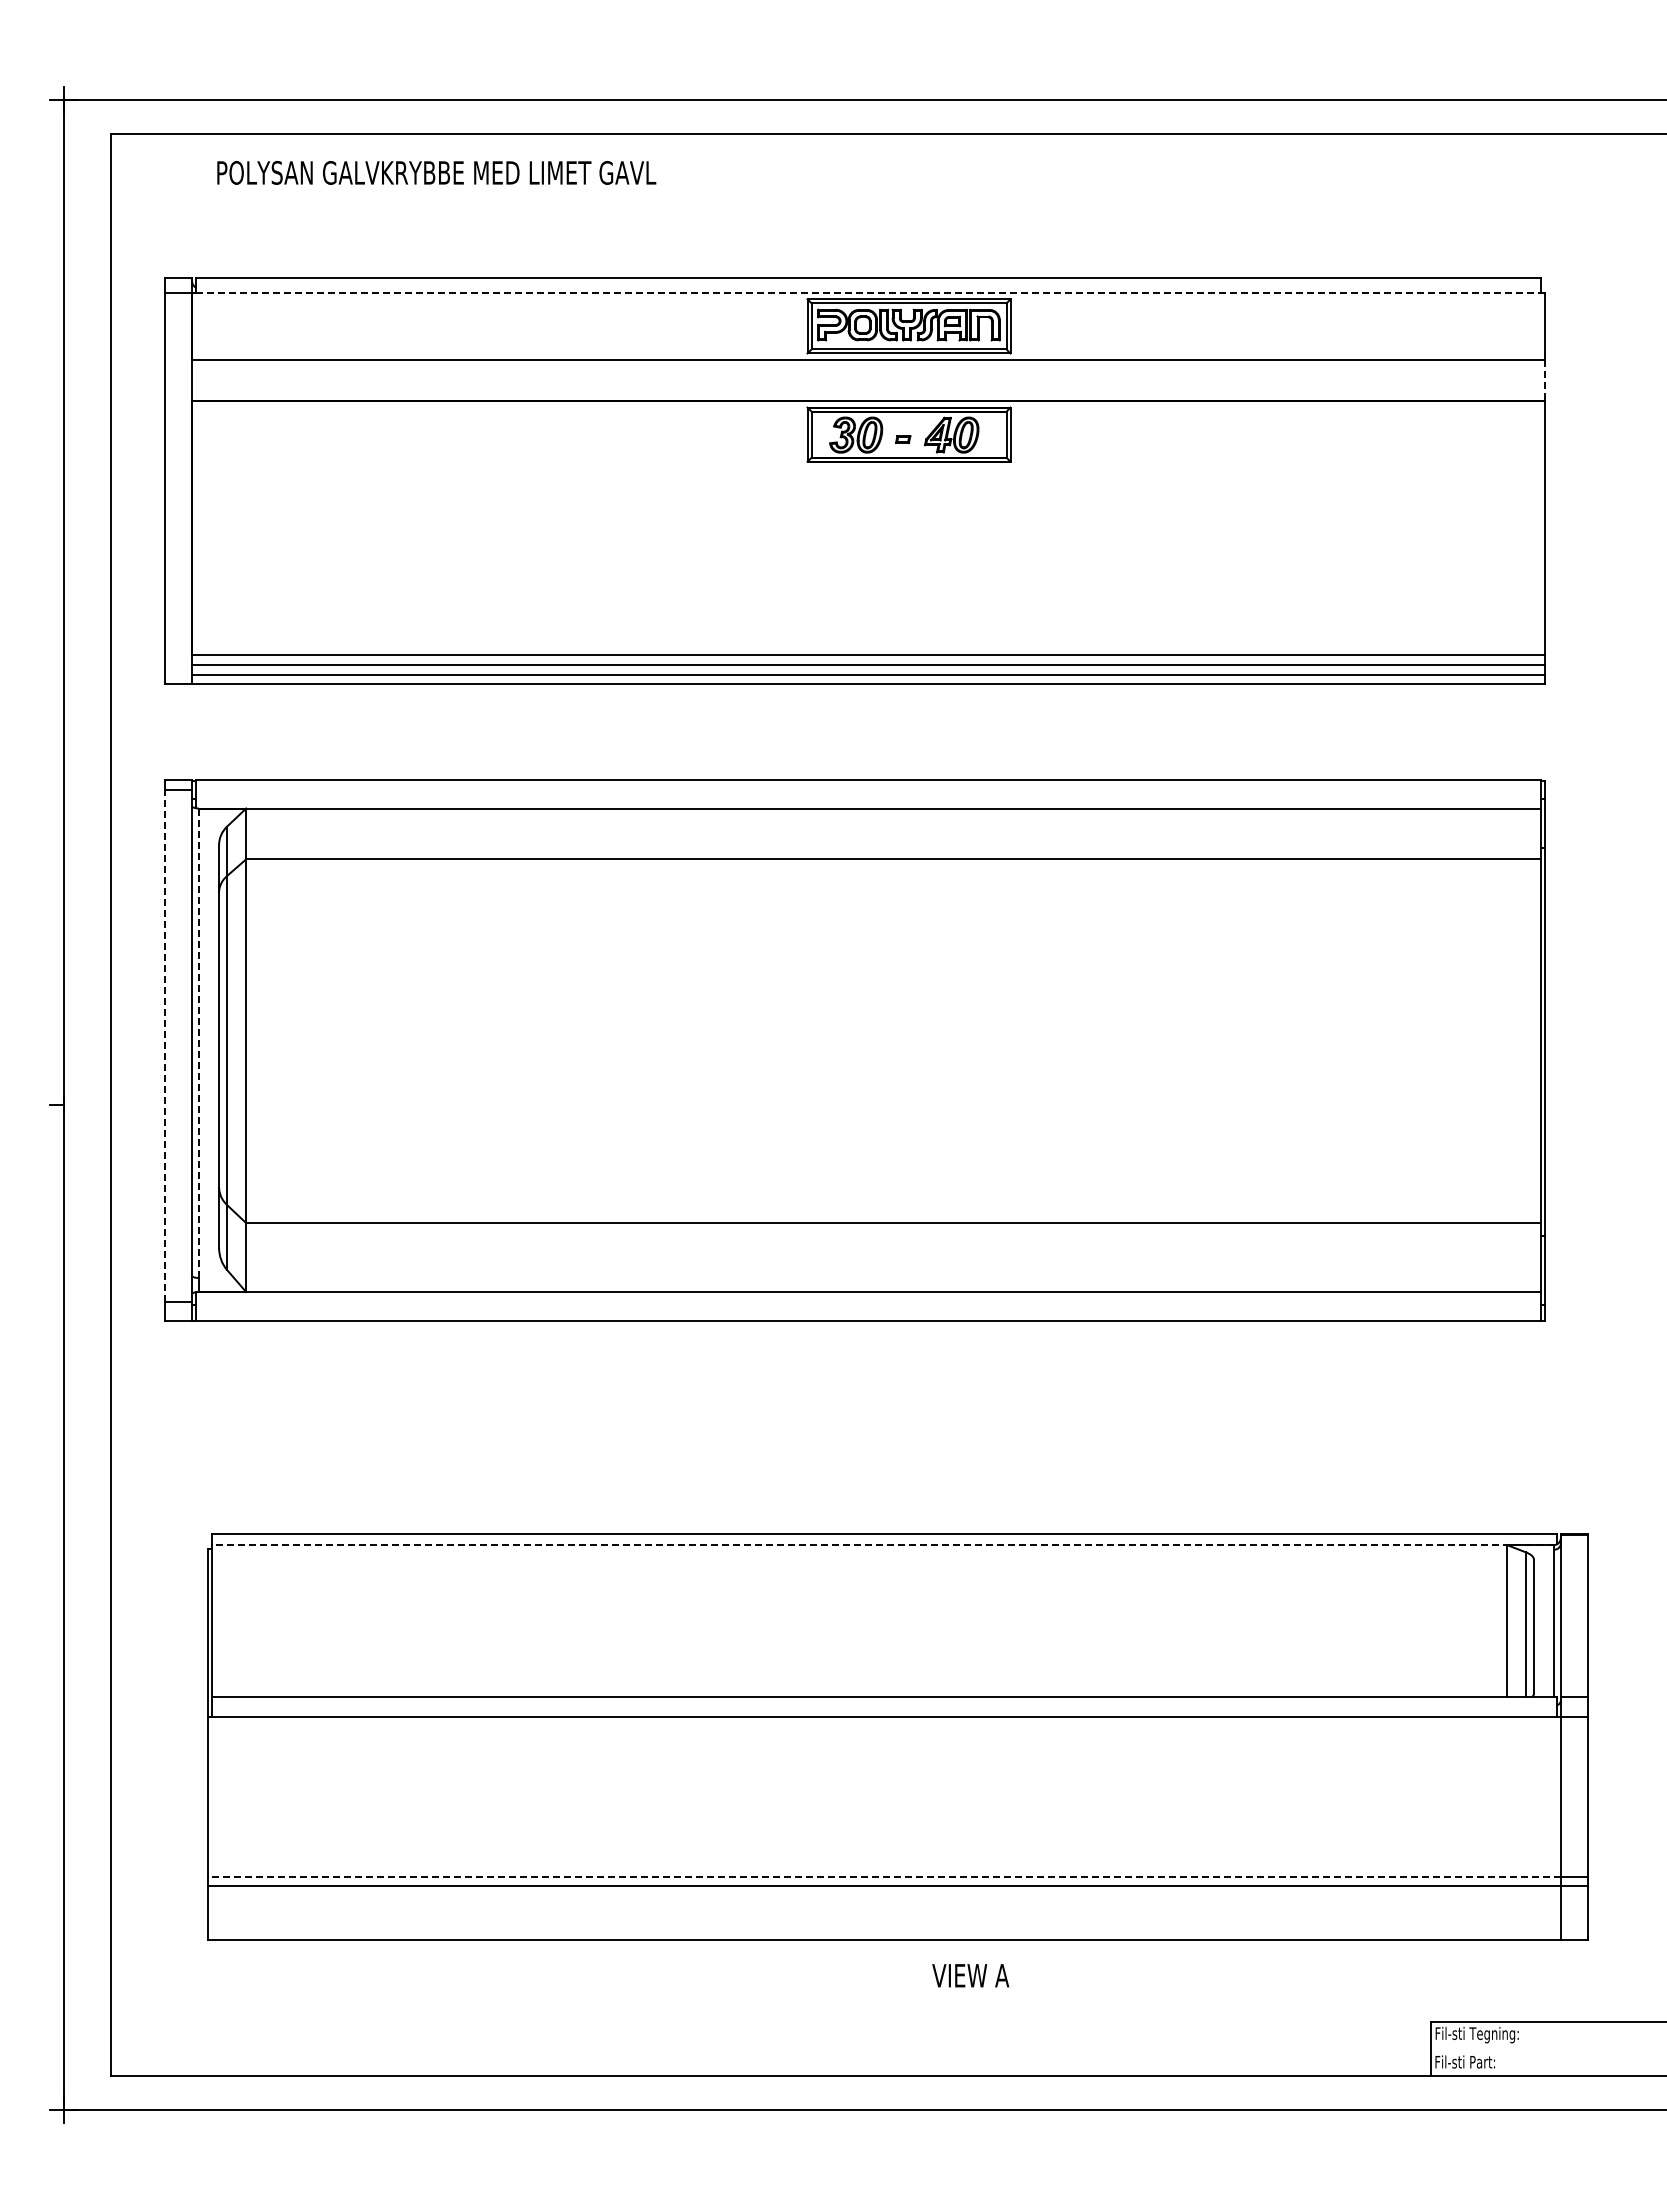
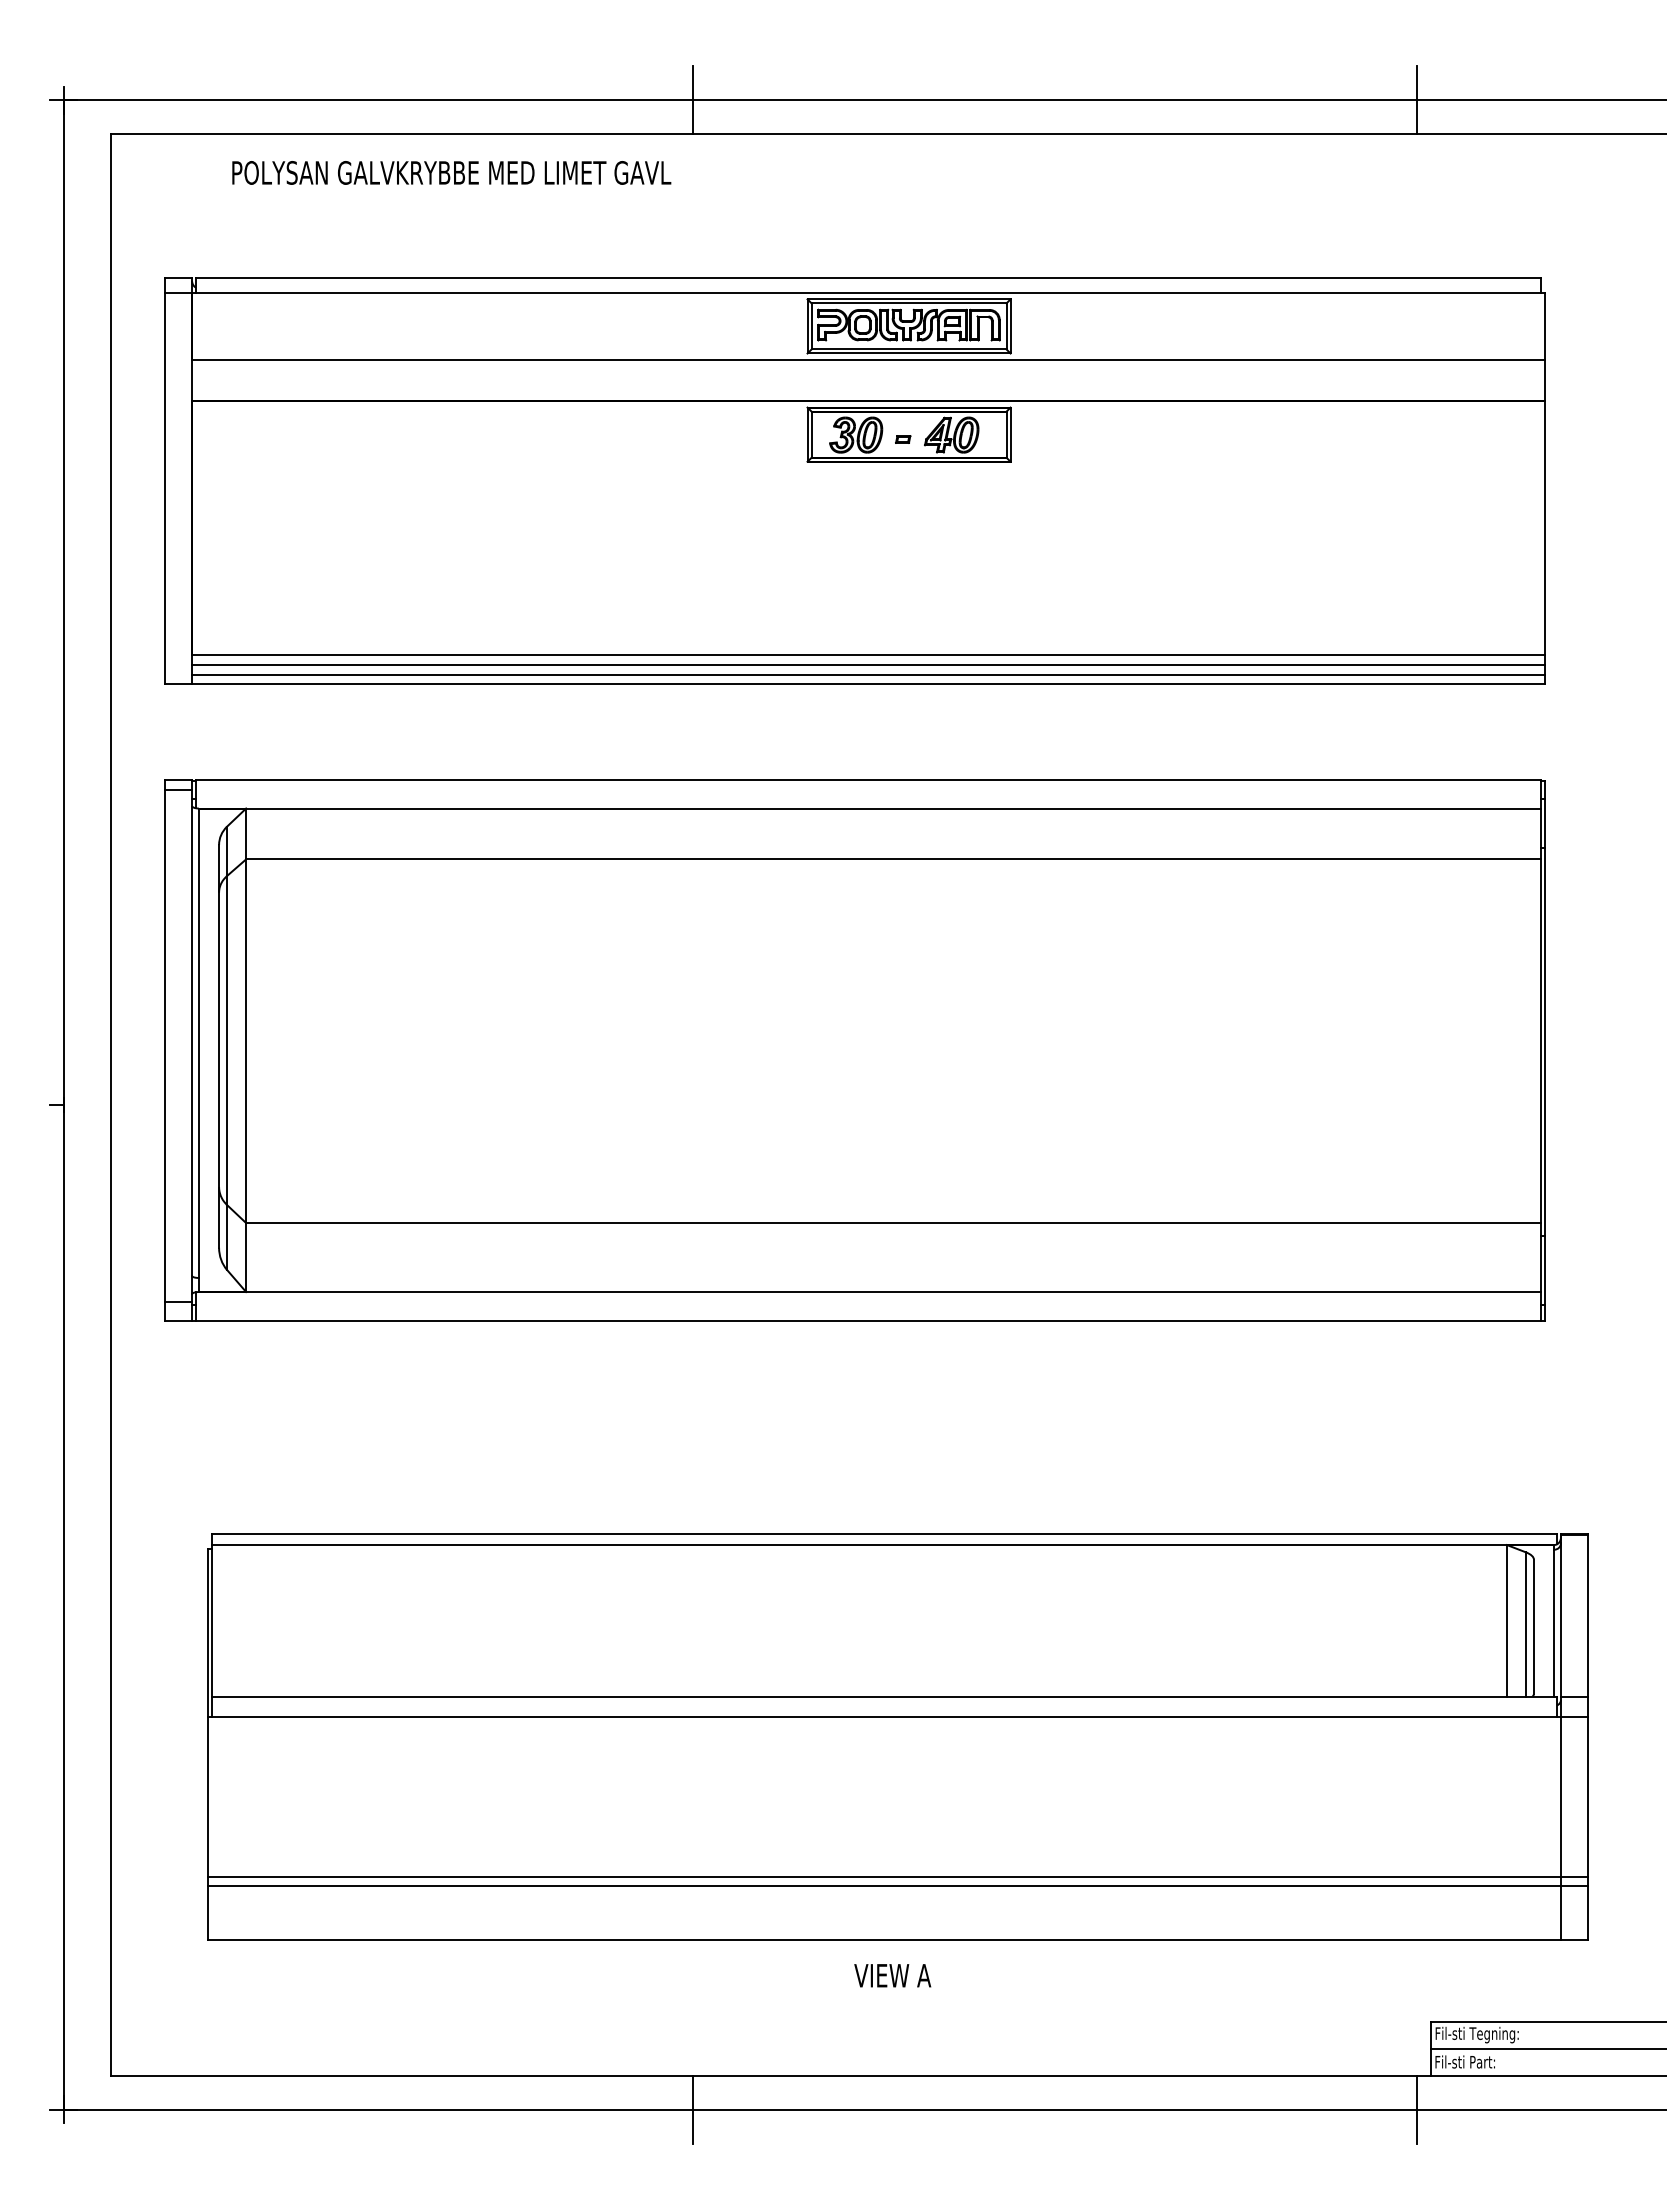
line at (693, 99): none -> present
line at (1417, 99): none -> present
text at (436, 172) position: (436, 172) -> (451, 172)
line at (868, 292): dashed -> solid
line at (1545, 381): dashed -> solid
line at (198, 1043): dashed -> solid
line at (164, 1046): dashed -> solid
line at (882, 1545): dashed -> solid
line at (884, 1877): dashed -> solid
text at (970, 1975) position: (970, 1975) -> (892, 1975)
line at (1546, 2048): none -> present
line at (693, 2109): none -> present
line at (1417, 2109): none -> present
